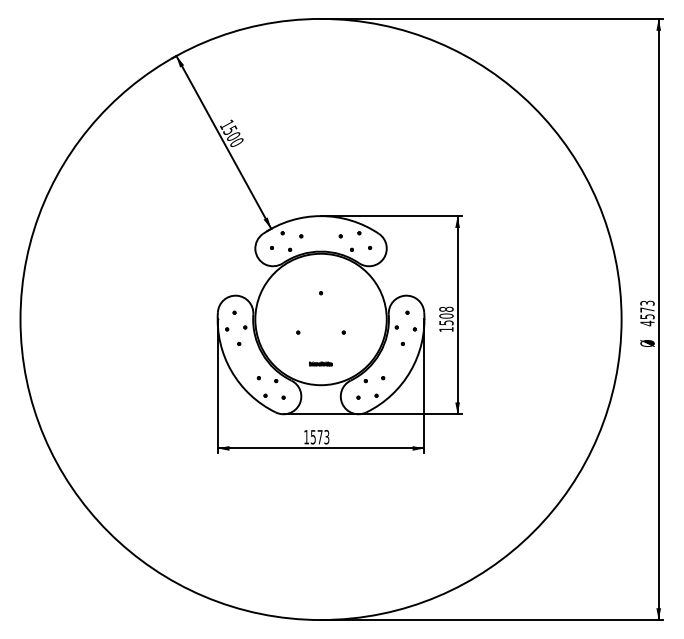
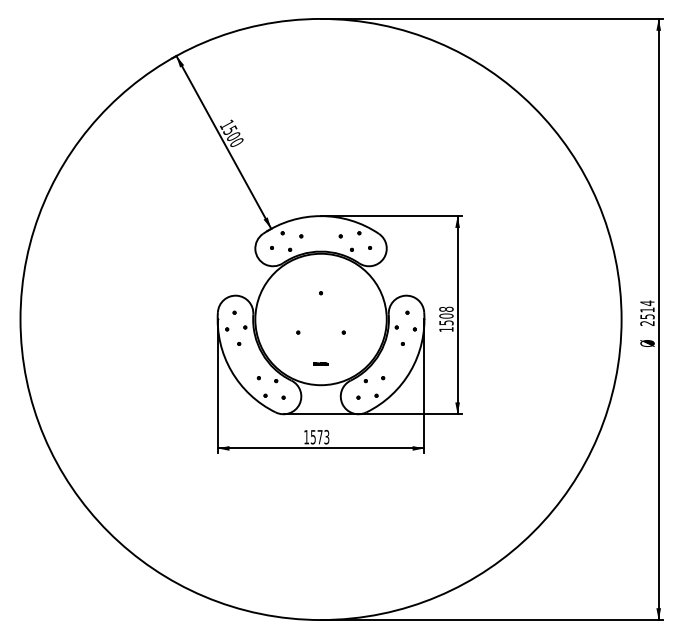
text at (647, 313): 4573 -> 2514
part at (320, 363) size: 24x6 px -> 16x4 px
